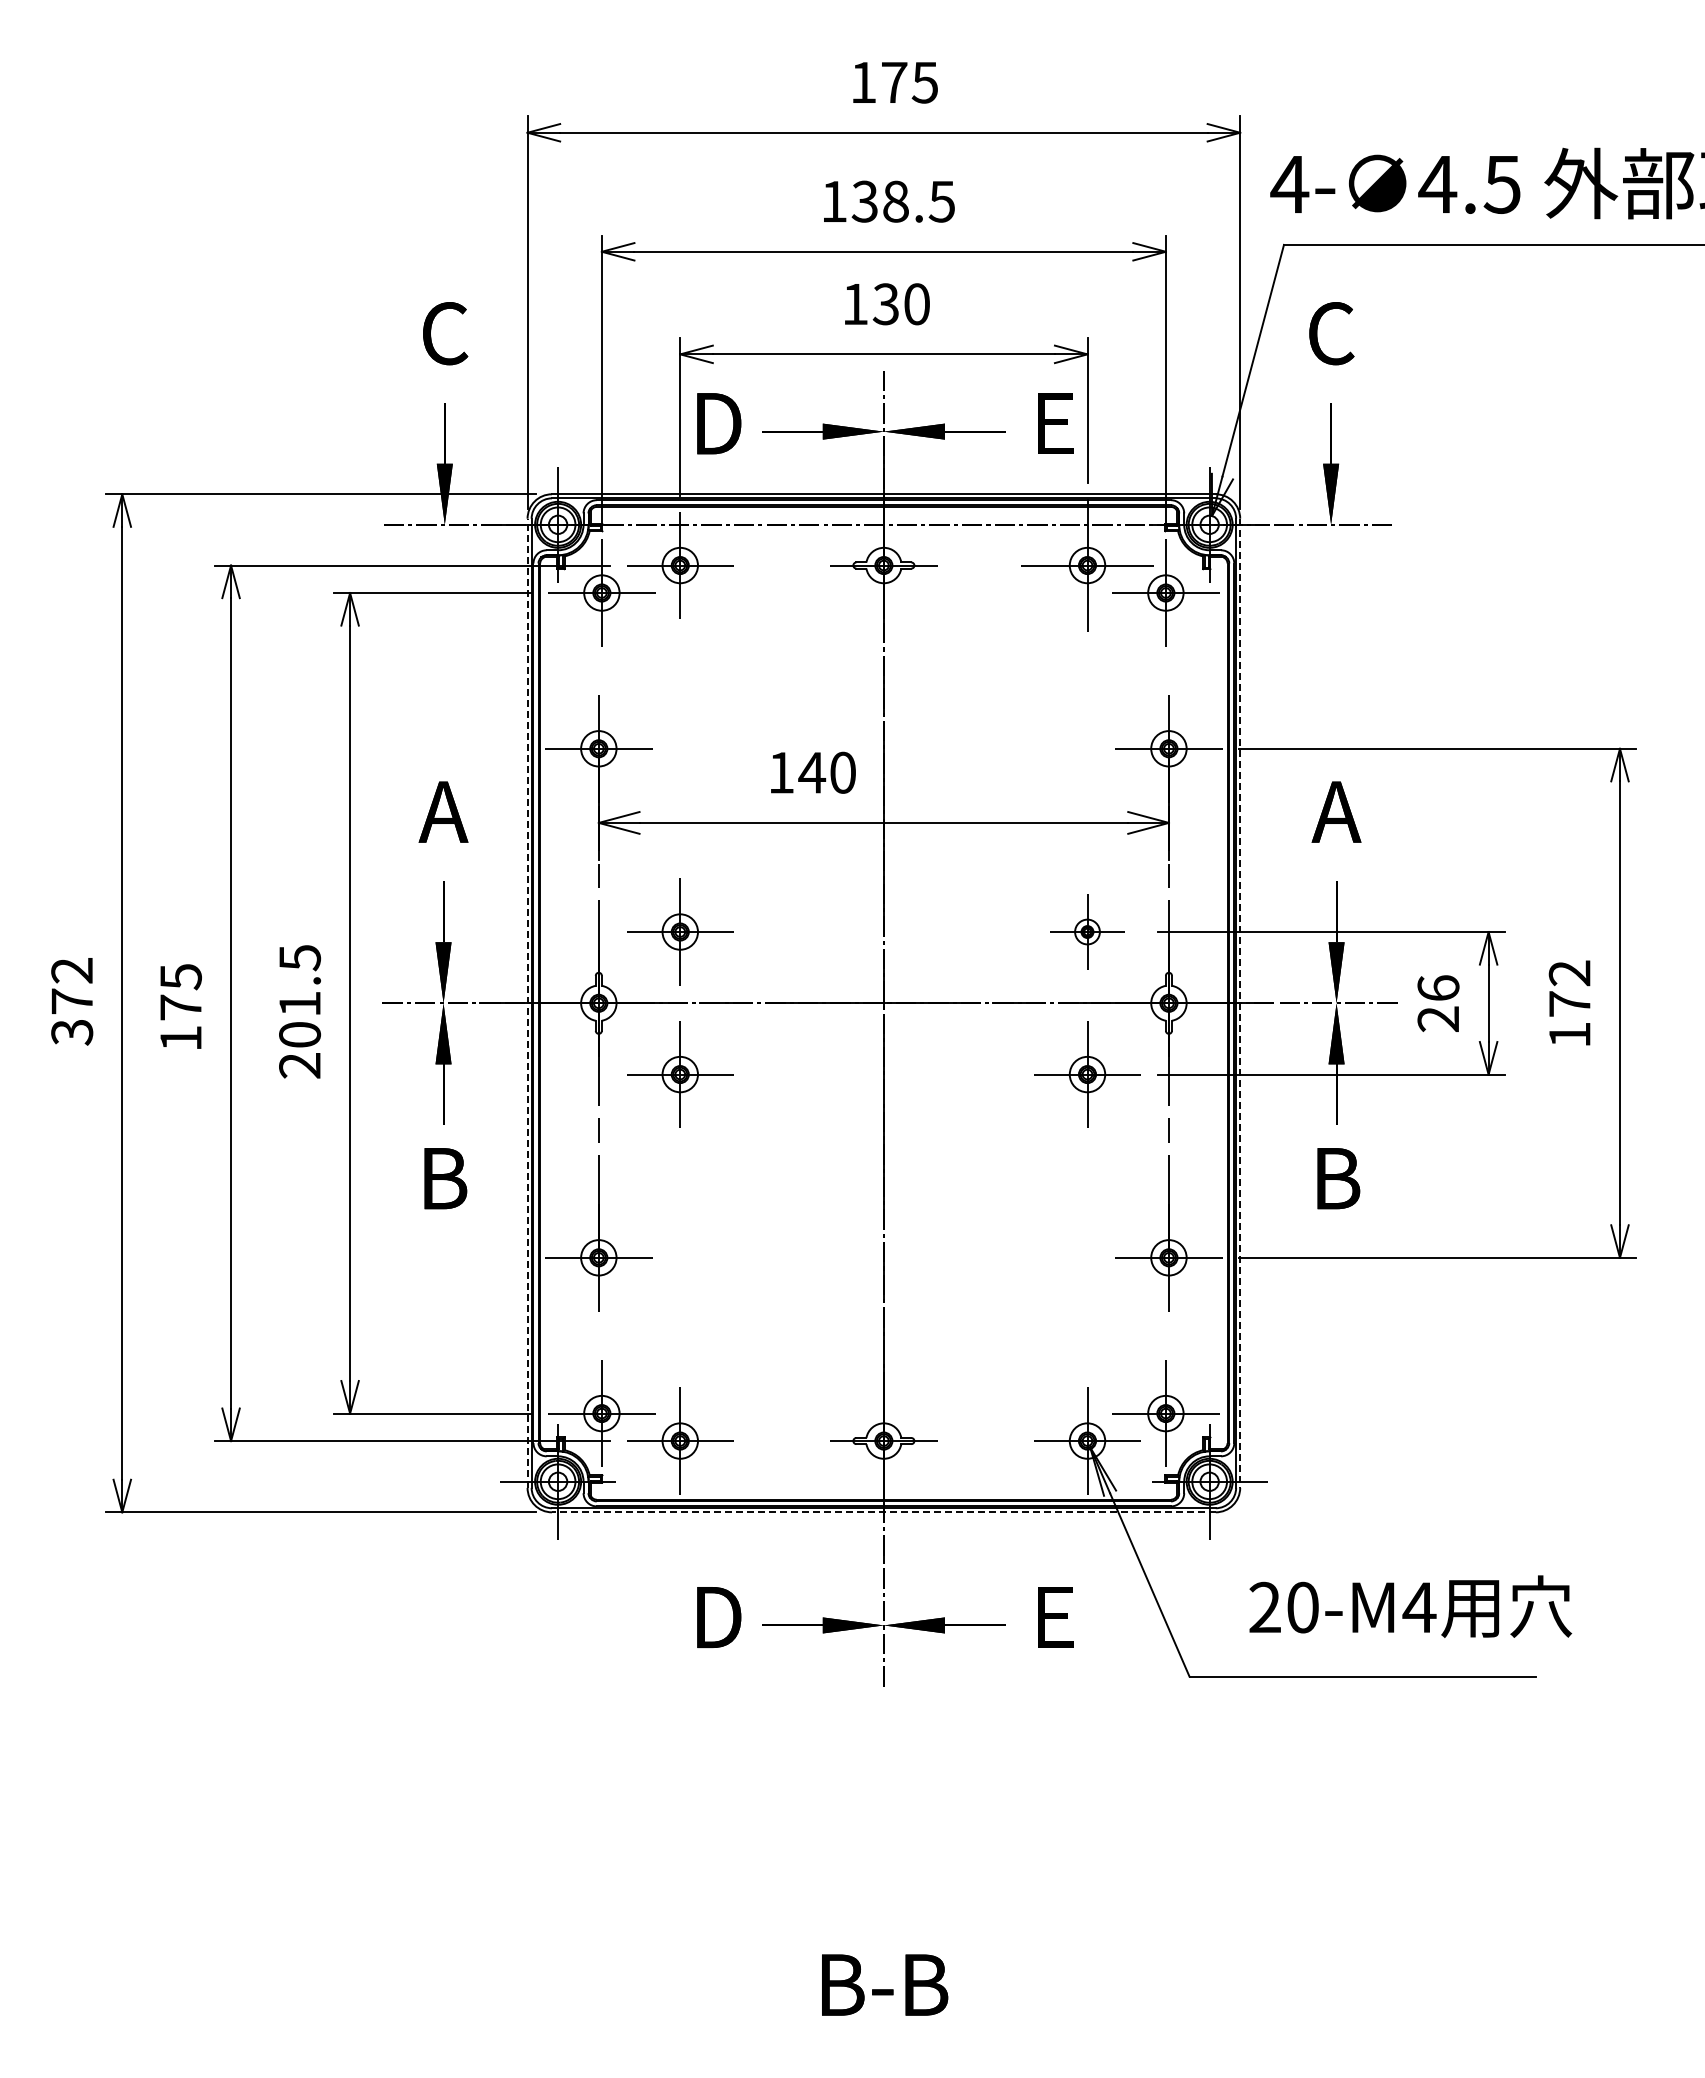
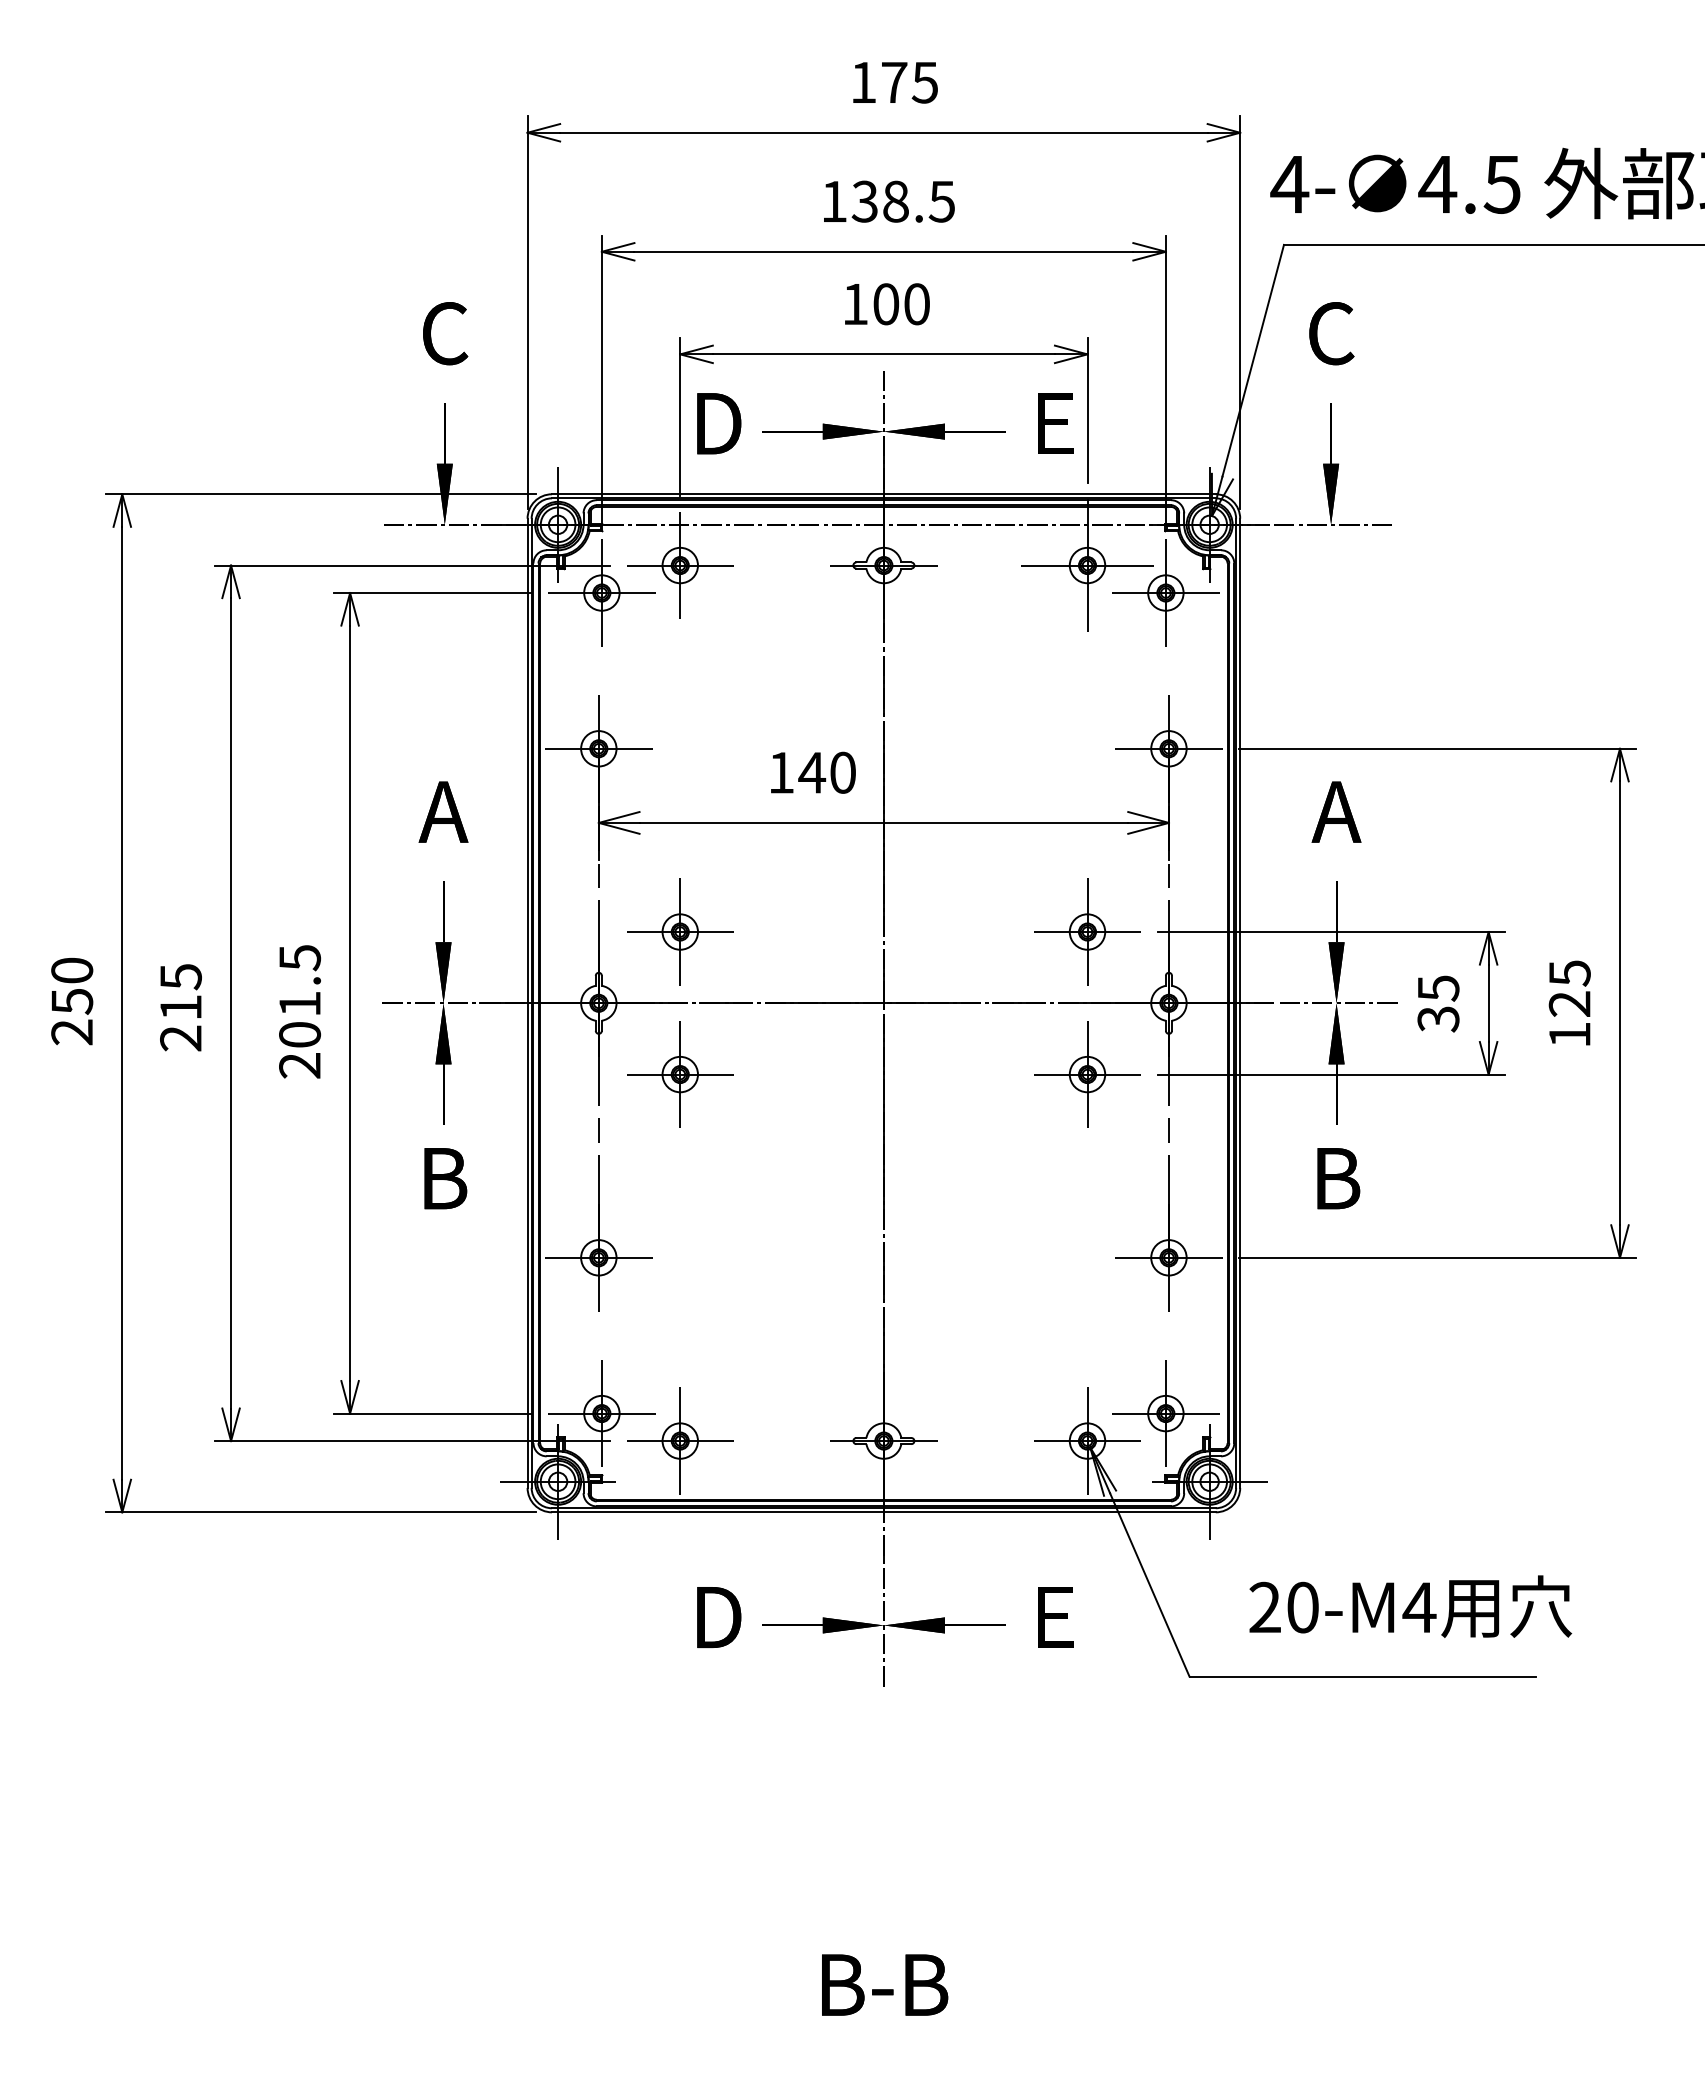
text at (885, 304): 130 -> 100
part at (1087, 931) size: 75x76 px -> 107x108 px
text at (1569, 988): 172 -> 125
text at (72, 1001): 372 -> 250
line at (527, 1003): dashed -> solid
line at (1240, 1003): dashed -> solid
text at (1438, 1003): 26 -> 35
text at (180, 1022): 175 -> 215
line at (883, 1512): dashed -> solid
